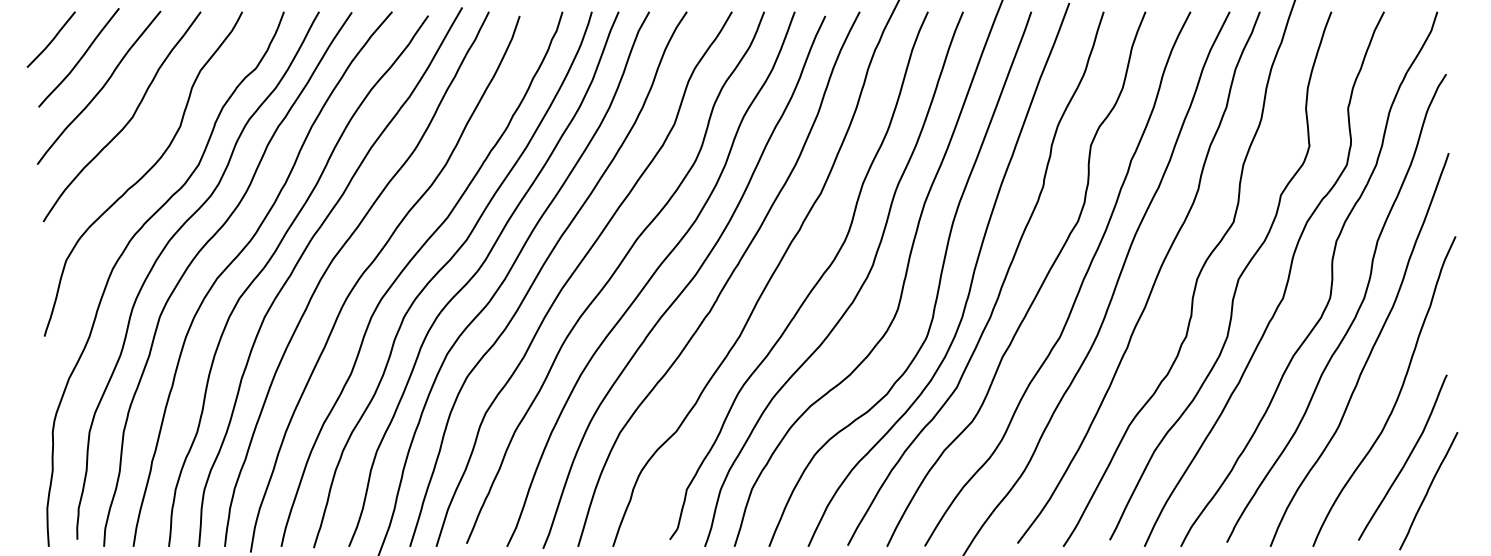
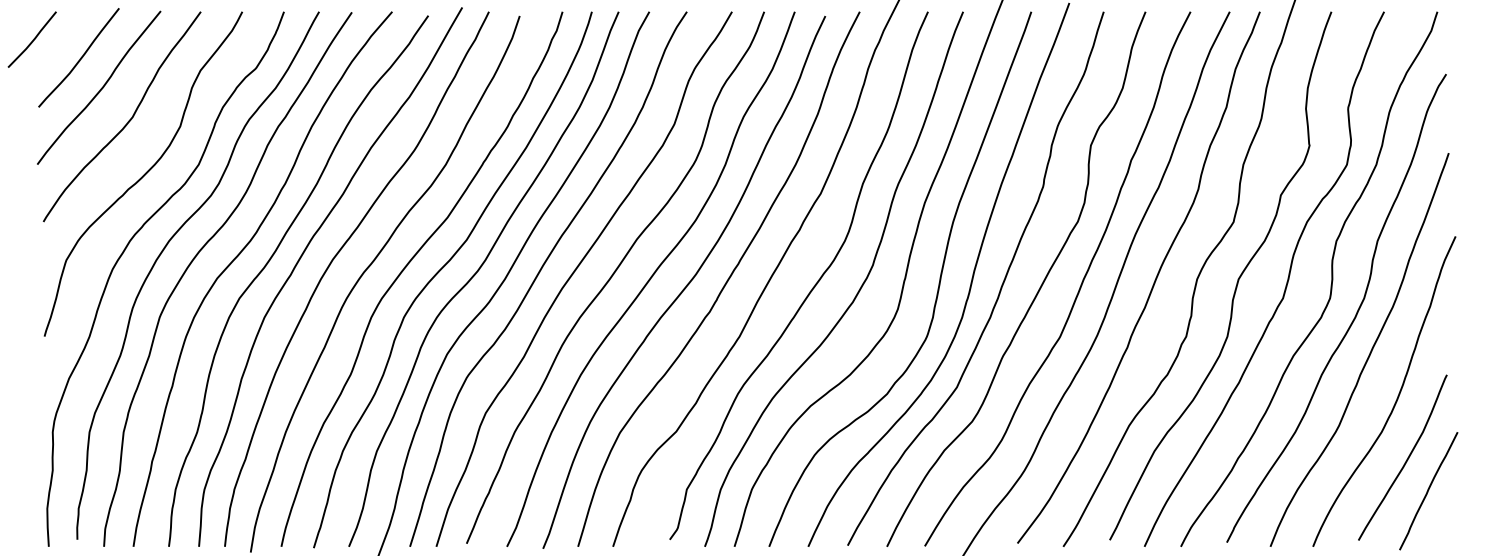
line at (51, 40) position: (51, 40) -> (32, 40)
